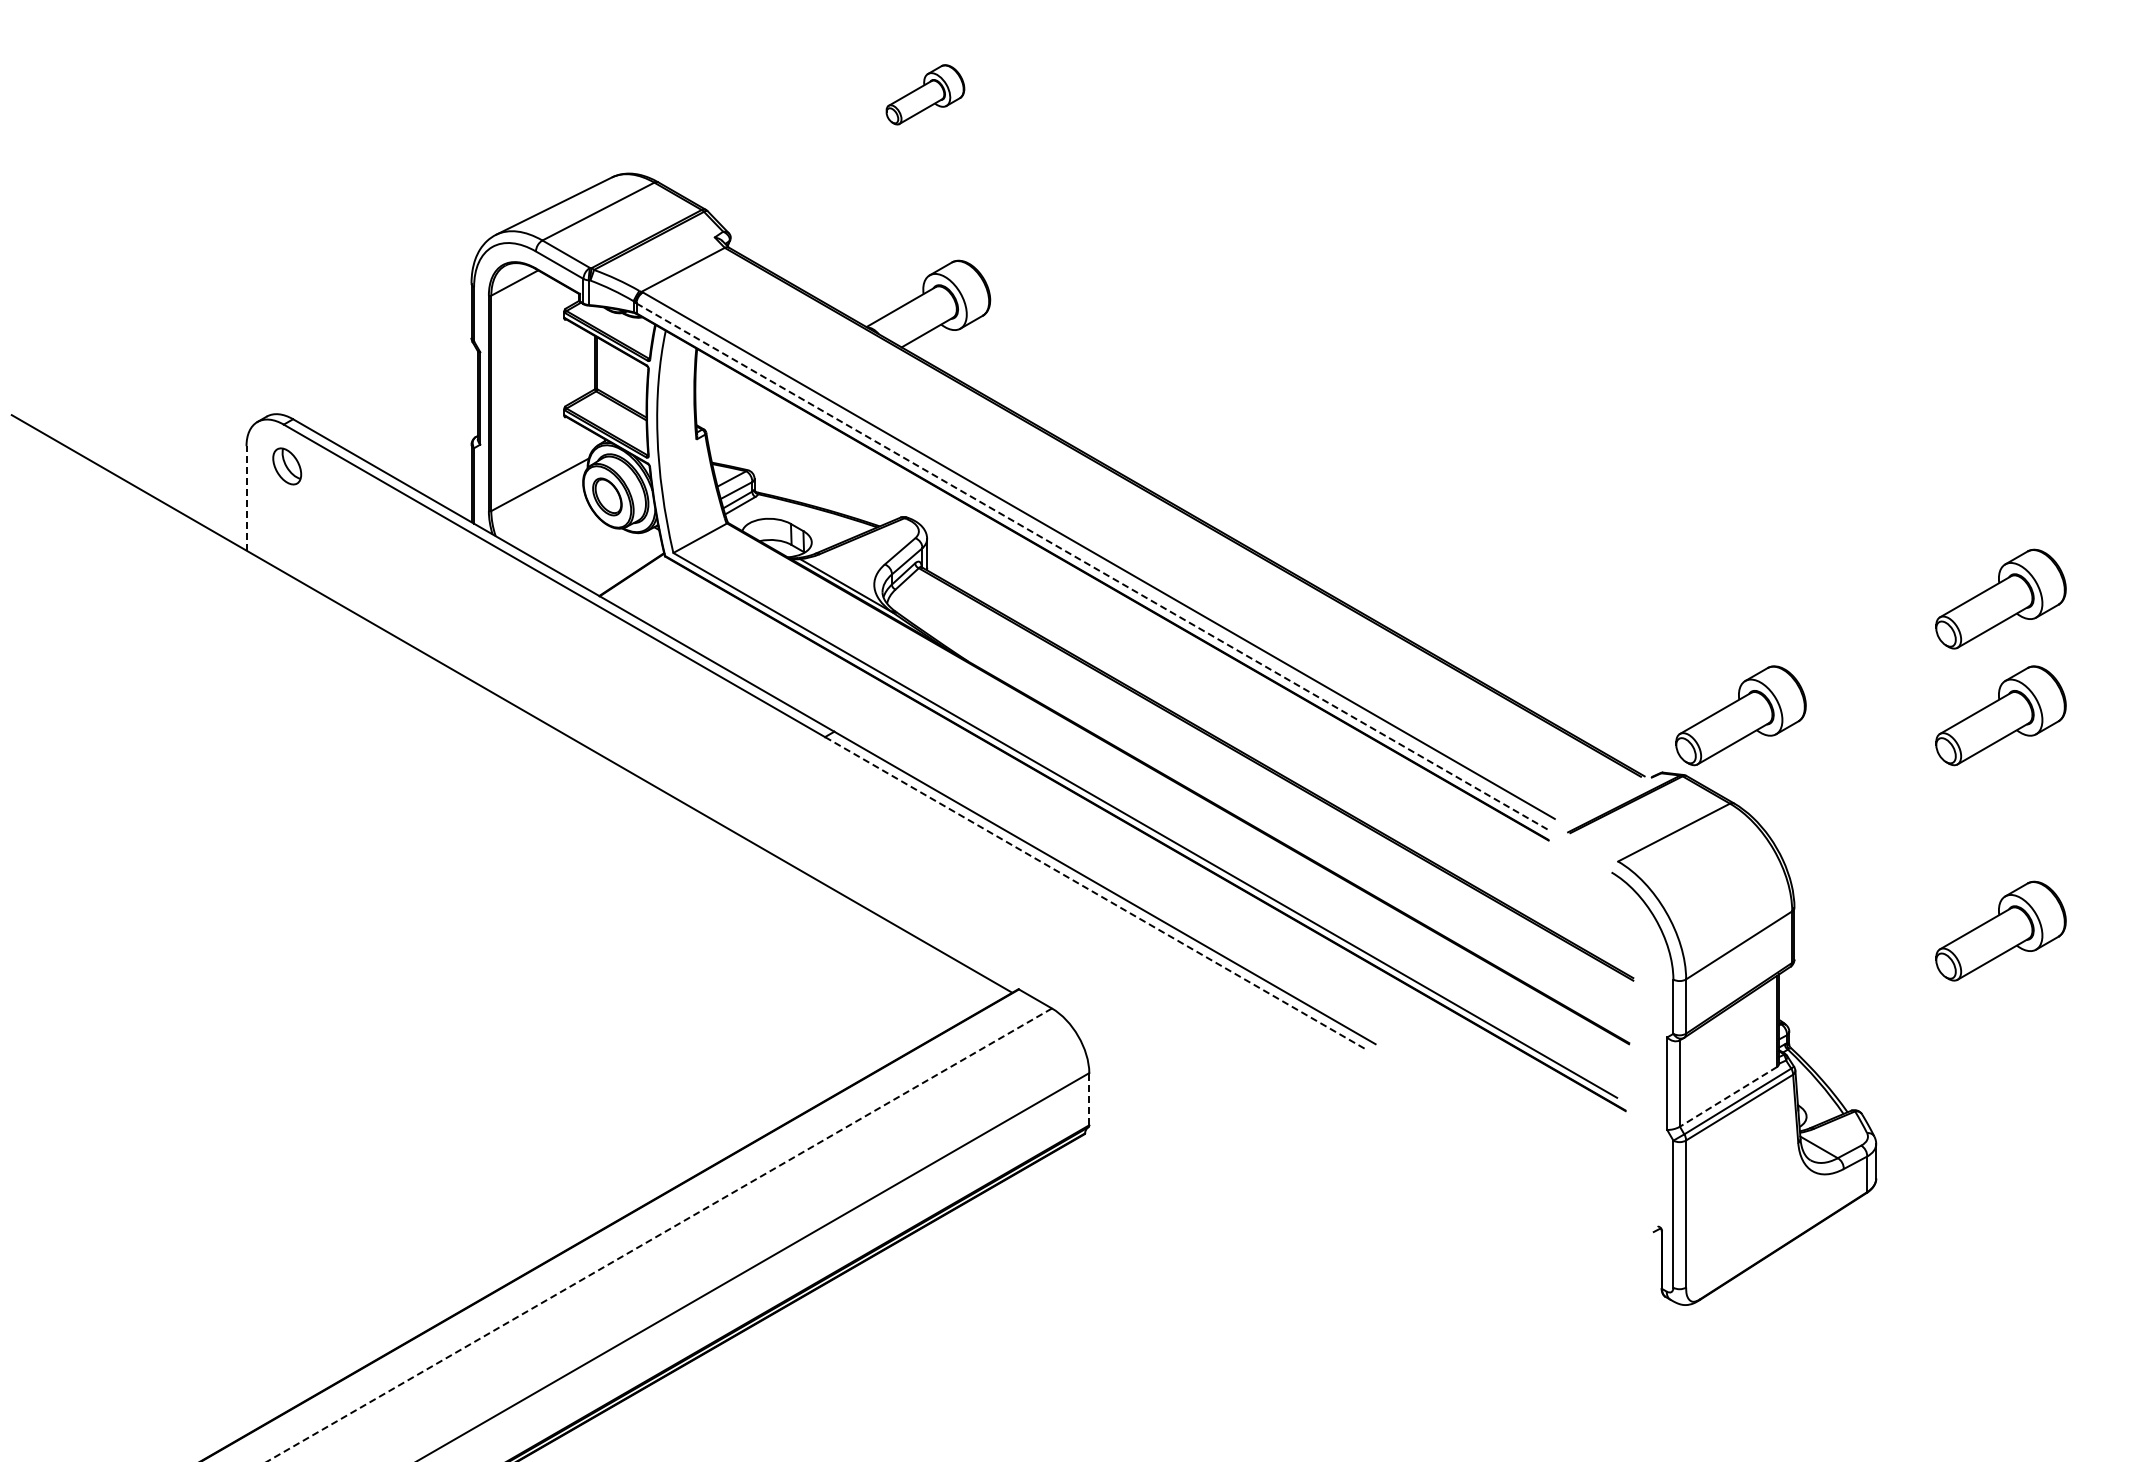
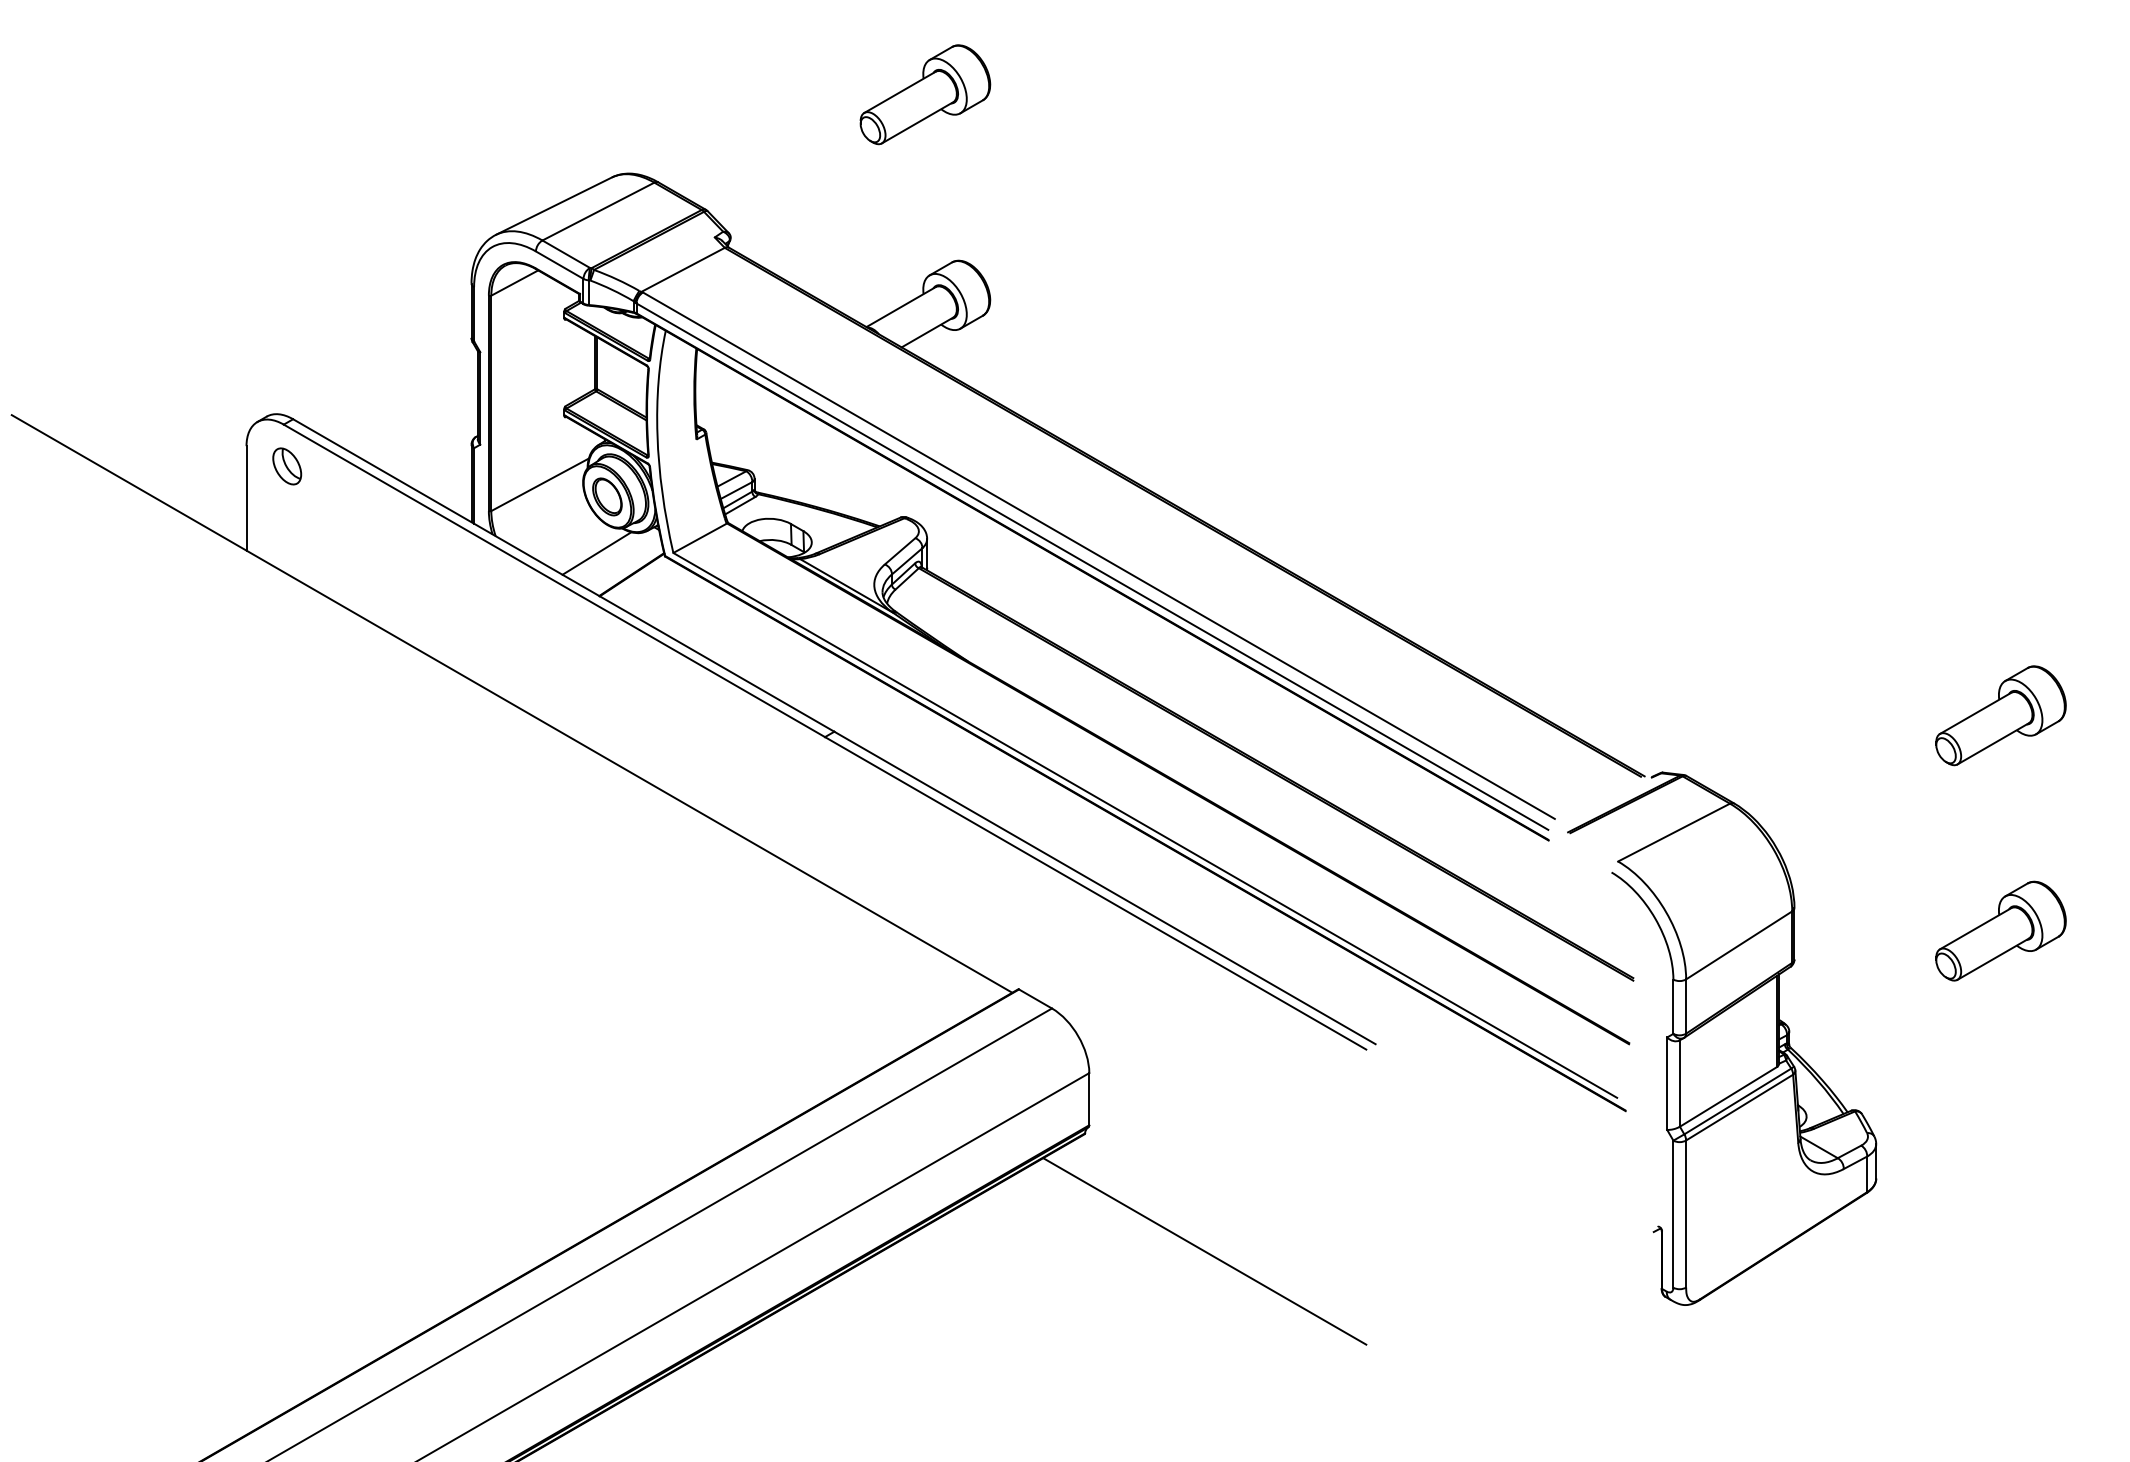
part at (925, 94) size: 81x62 px -> 133x102 px
line at (246, 497): dashed -> solid
line at (596, 553): none -> present
line at (1092, 566): dashed -> solid
part at (2000, 598): present -> none
part at (1740, 715): present -> none
line at (1096, 893): dashed -> solid
line at (1728, 1097): dashed -> solid
line at (1089, 1098): dashed -> solid
line at (658, 1235): dashed -> solid
line at (1204, 1251): none -> present
